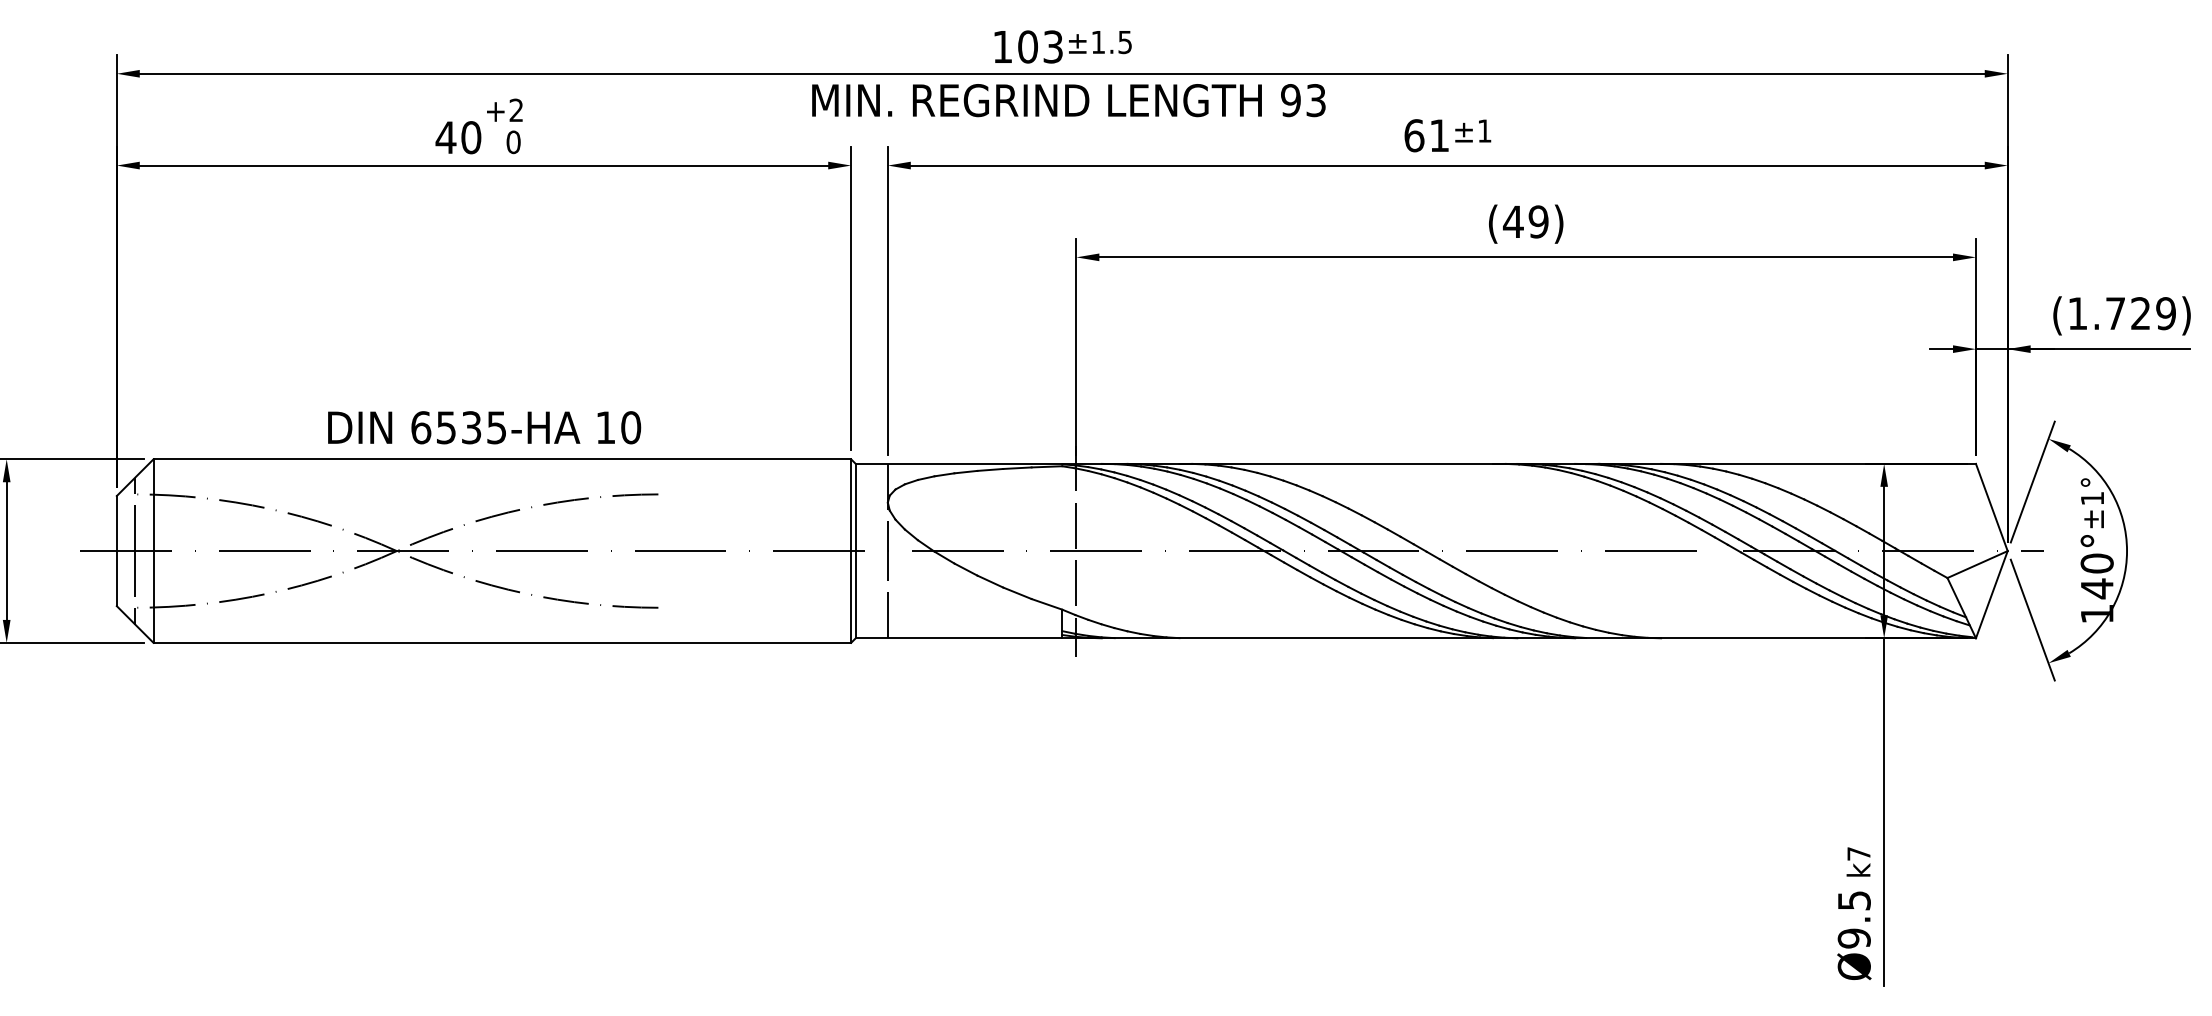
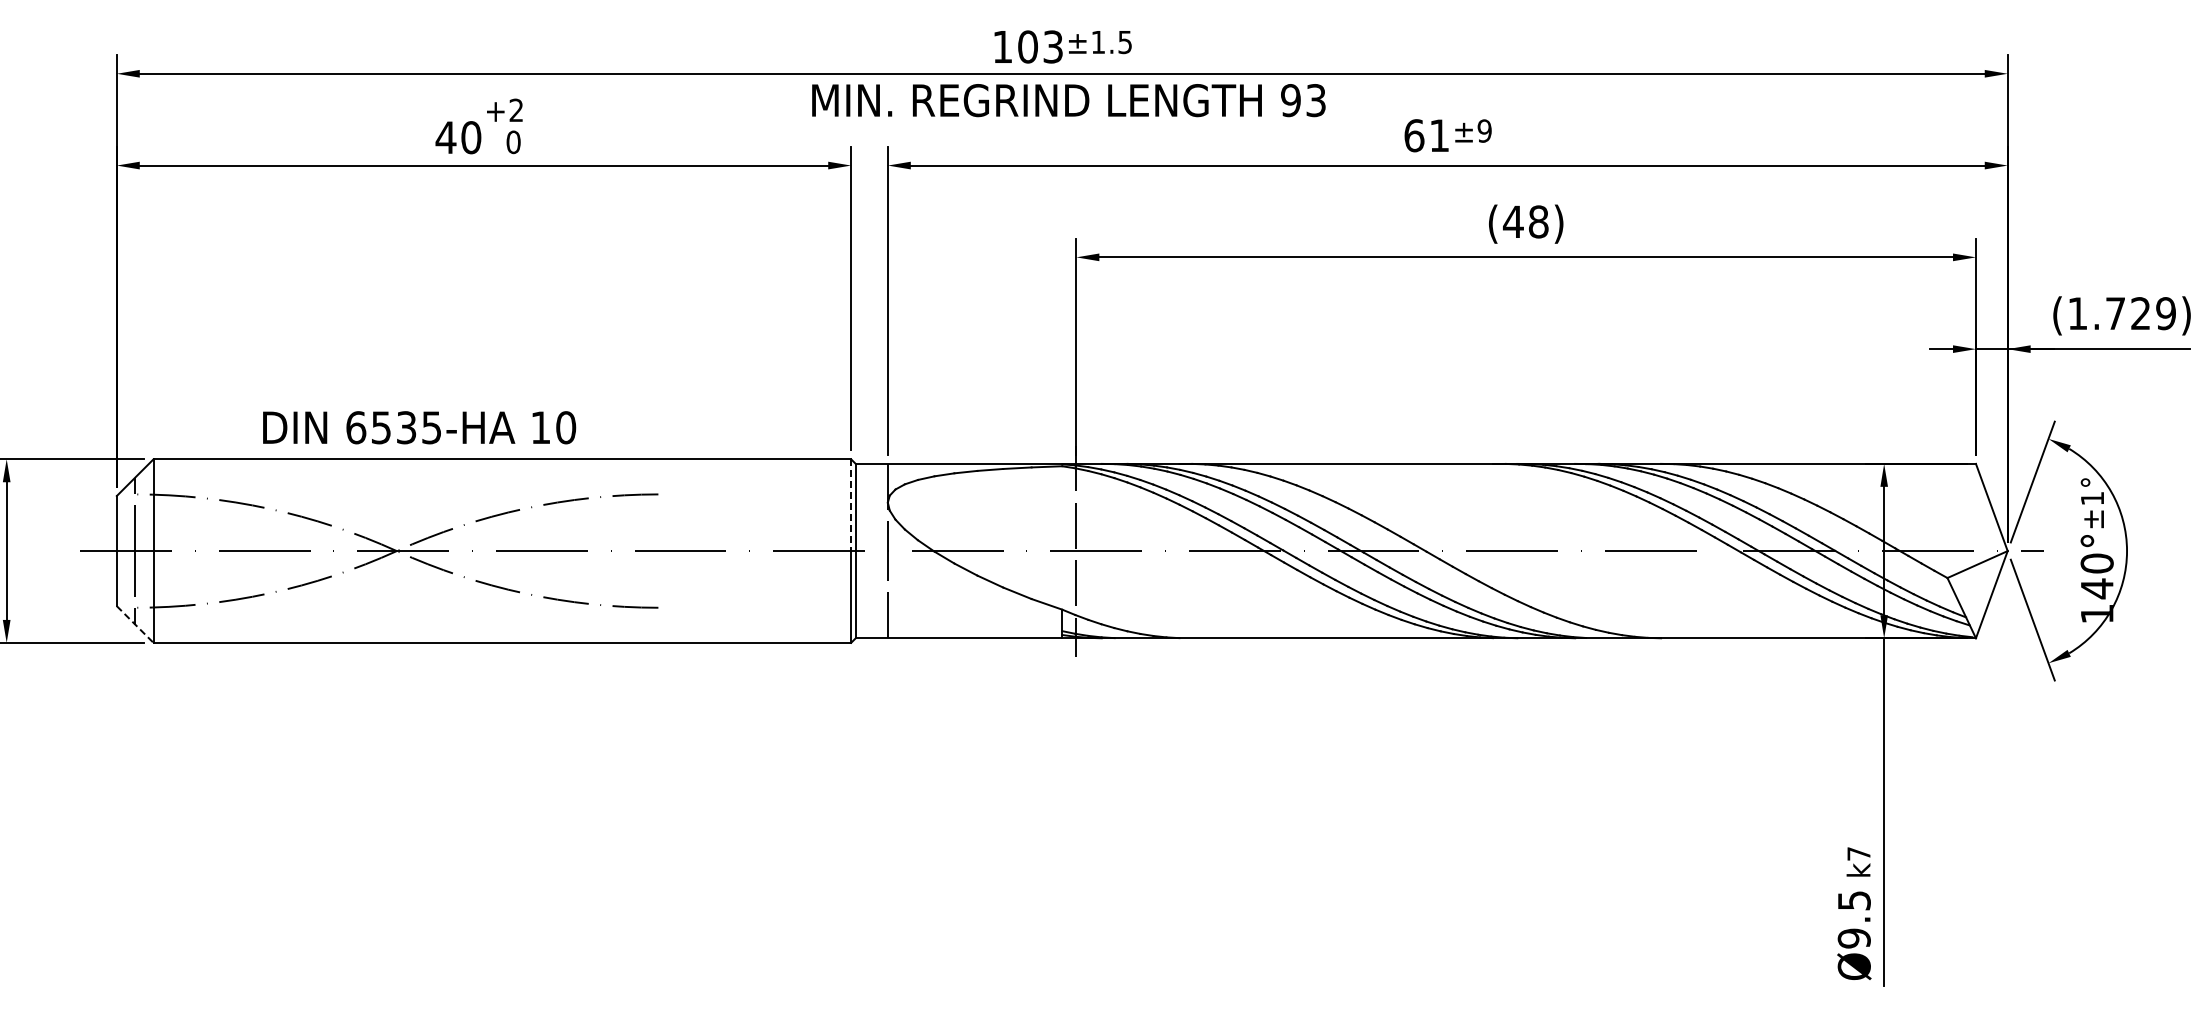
text at (1484, 130): ±1 -> ±9
text at (1538, 221): (49) -> (48)
text at (484, 427) position: (484, 427) -> (419, 427)
line at (851, 505): solid -> dashed
line at (135, 624): solid -> dashed
